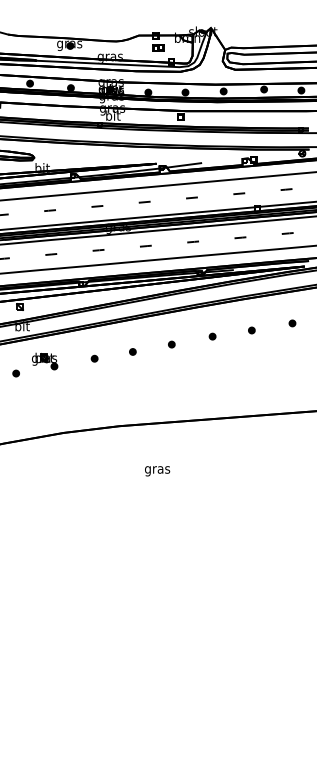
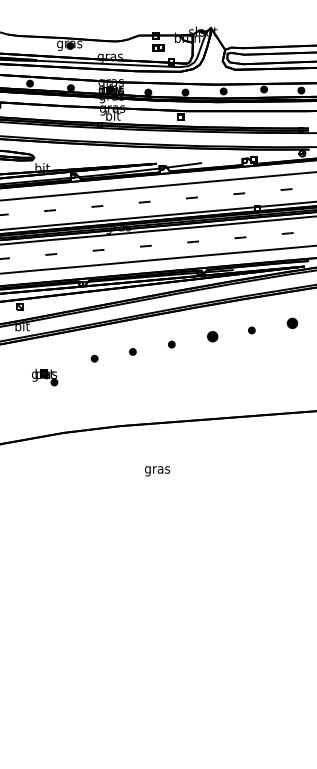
part at (292, 323) size: 9x9 px -> 13x12 px
part at (212, 336) size: 9x9 px -> 12x12 px
part at (45, 361) position: (45, 361) -> (45, 377)
part at (15, 373): present -> none
